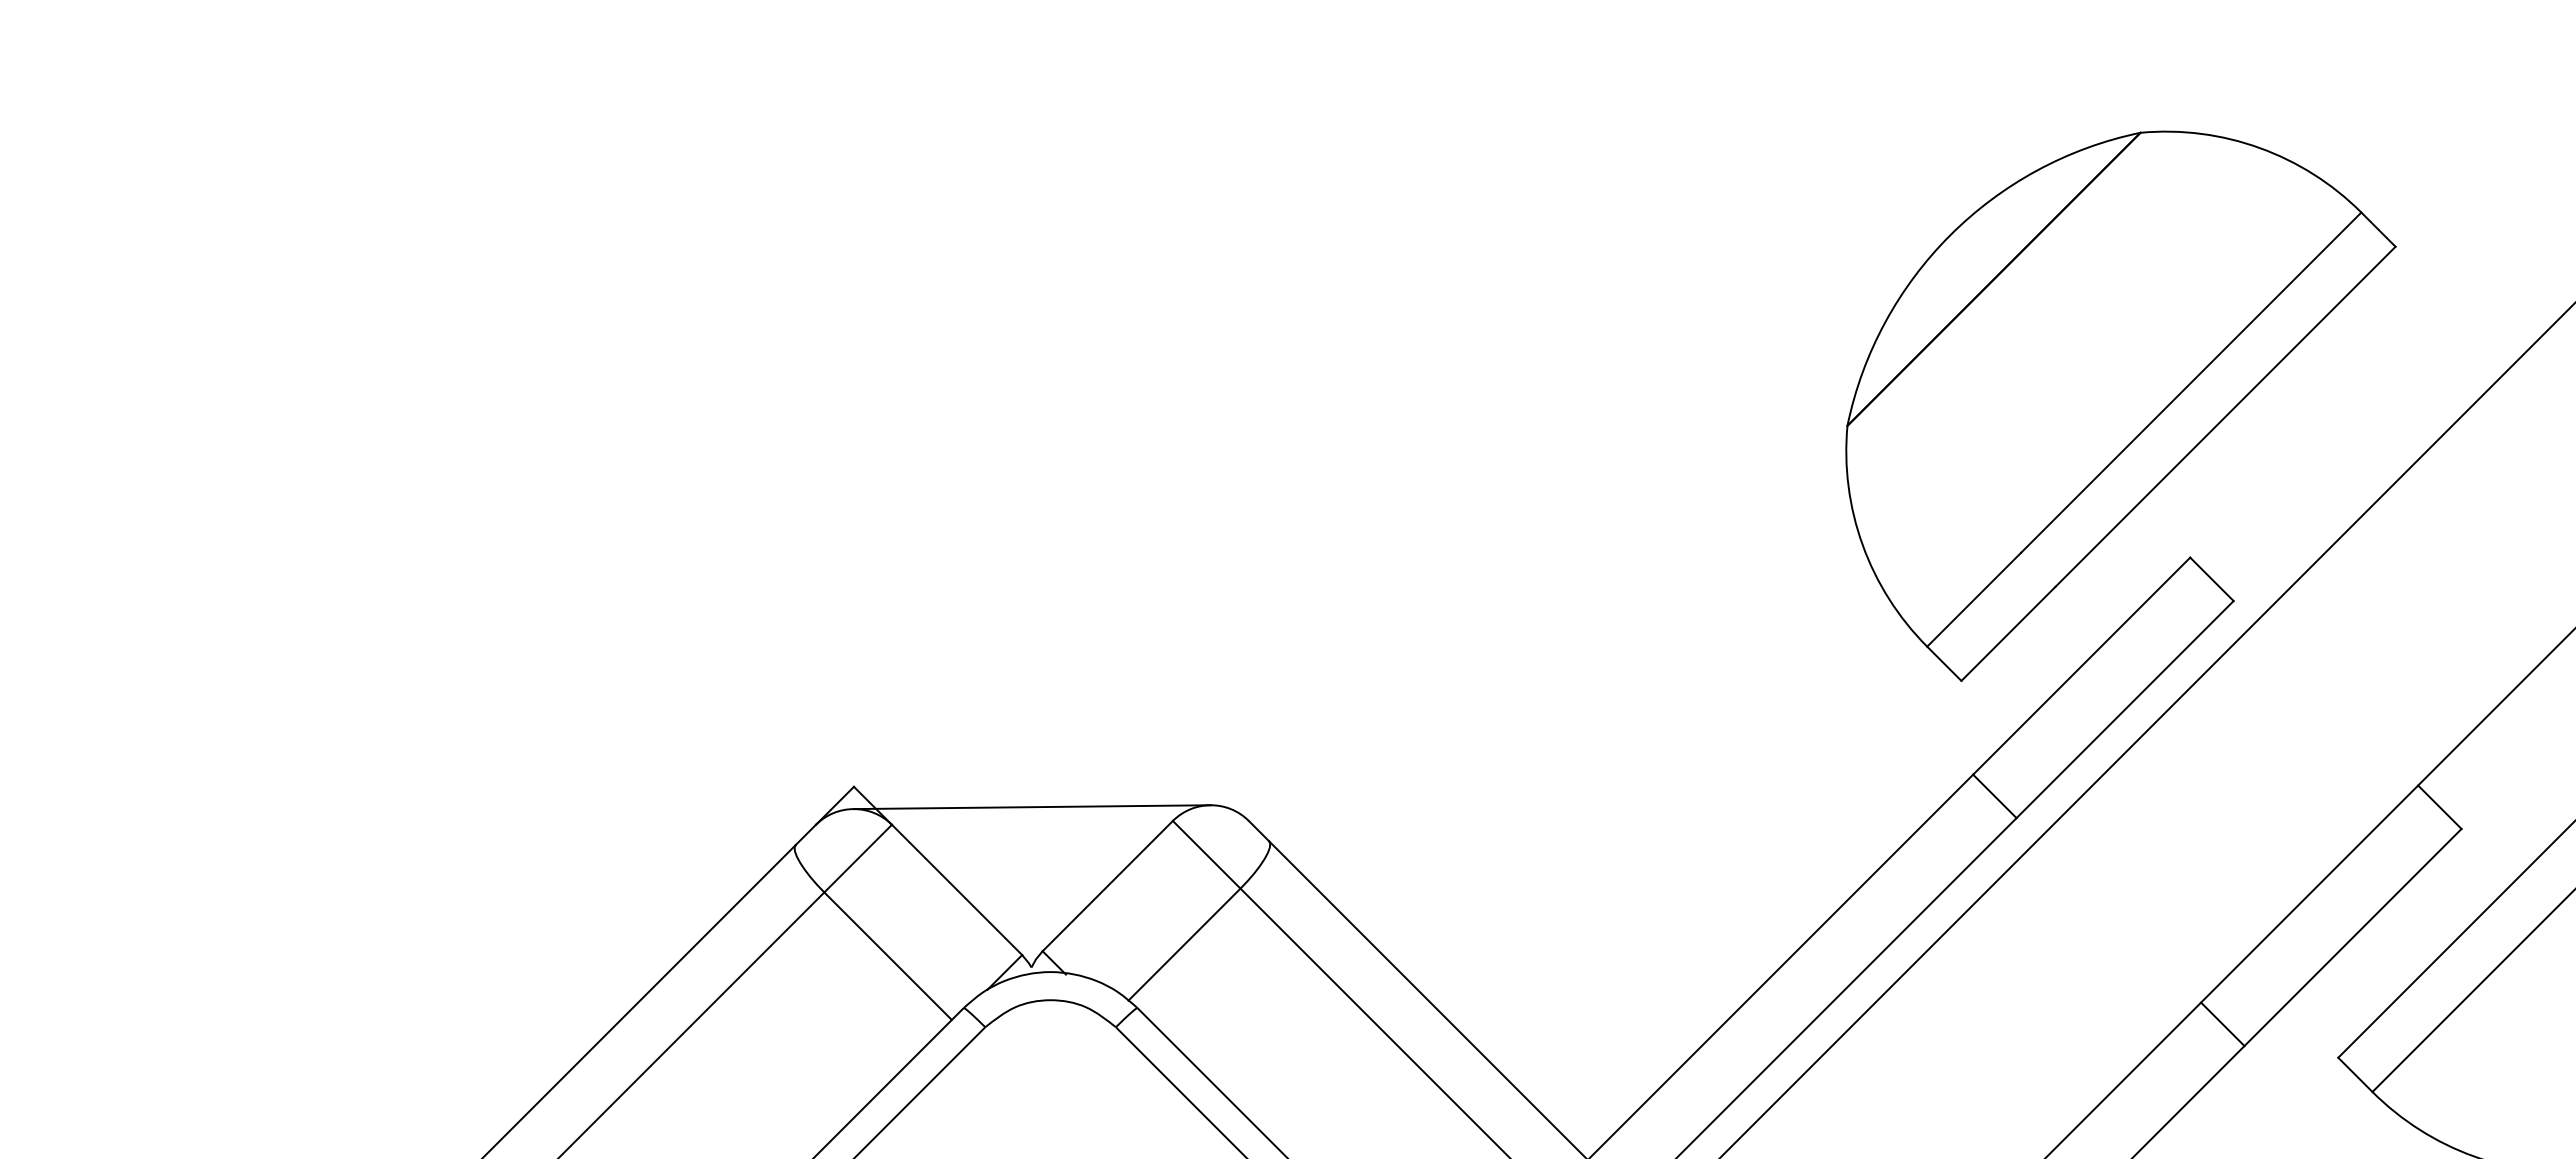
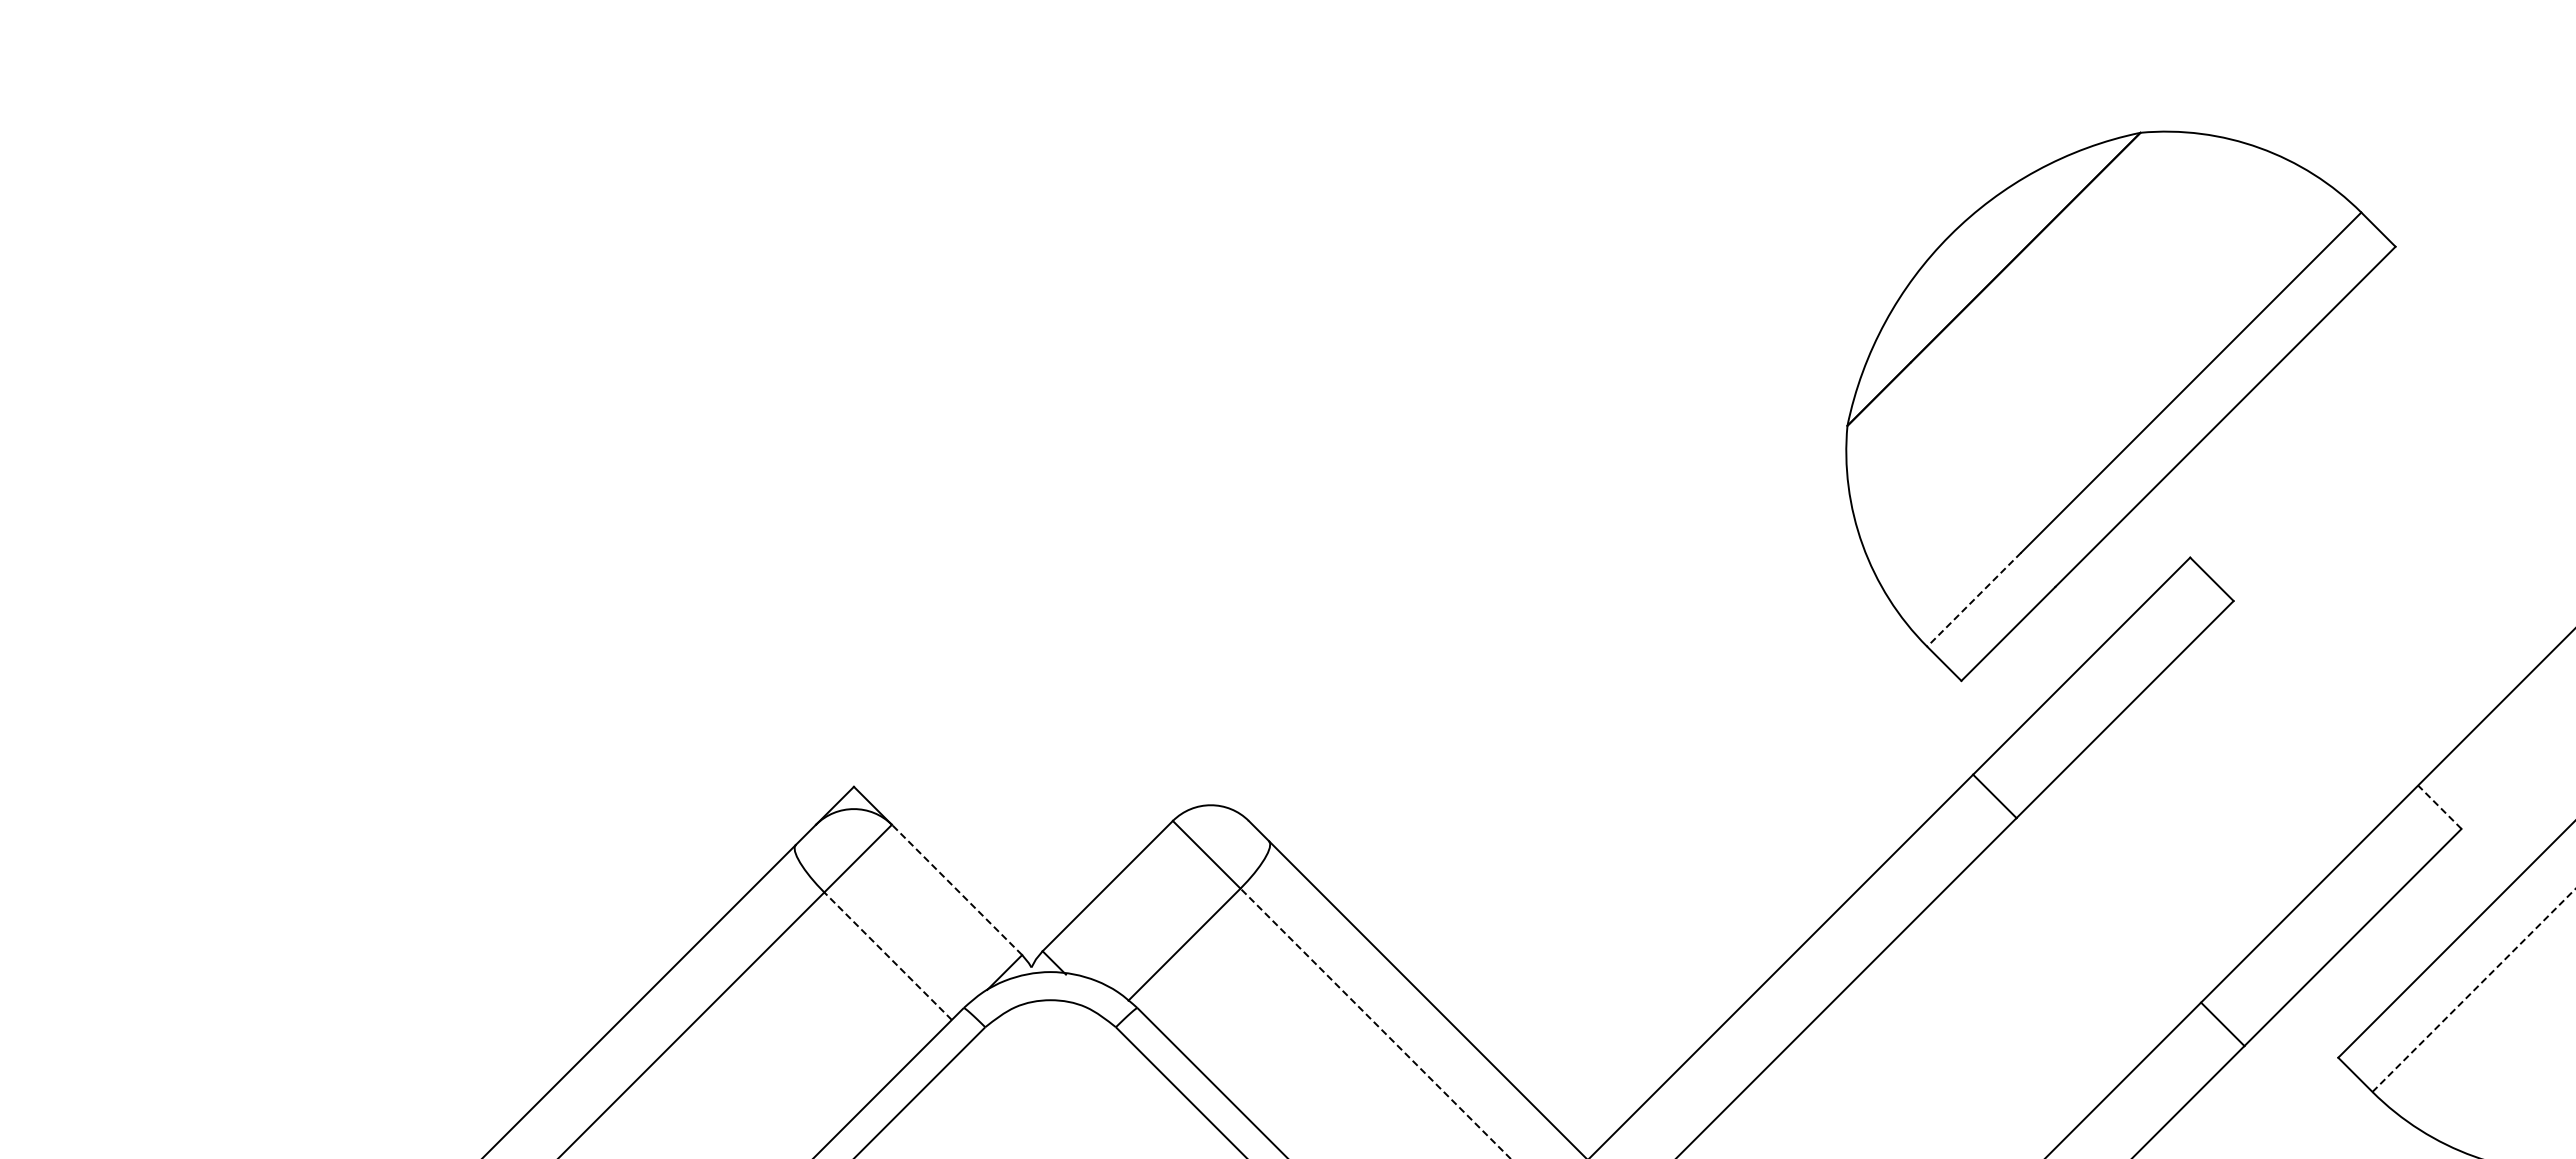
line at (1973, 600): solid -> dashed
line at (2147, 730): present -> none
line at (1031, 807): present -> none
line at (2439, 807): solid -> dashed
line at (956, 889): solid -> dashed
line at (887, 955): solid -> dashed
line at (2474, 990): solid -> dashed
line at (1375, 1023): solid -> dashed
